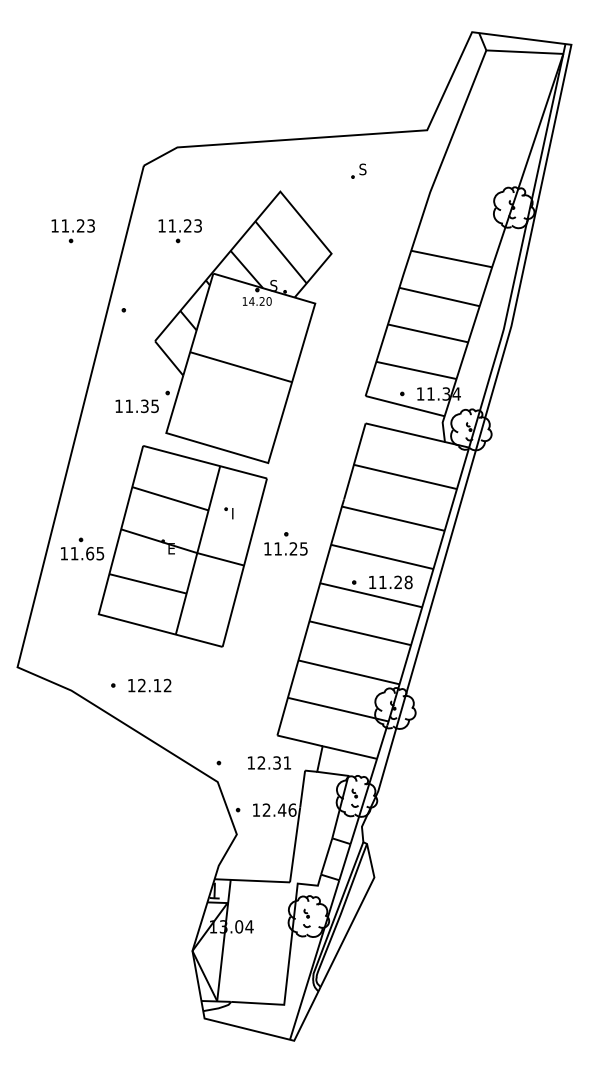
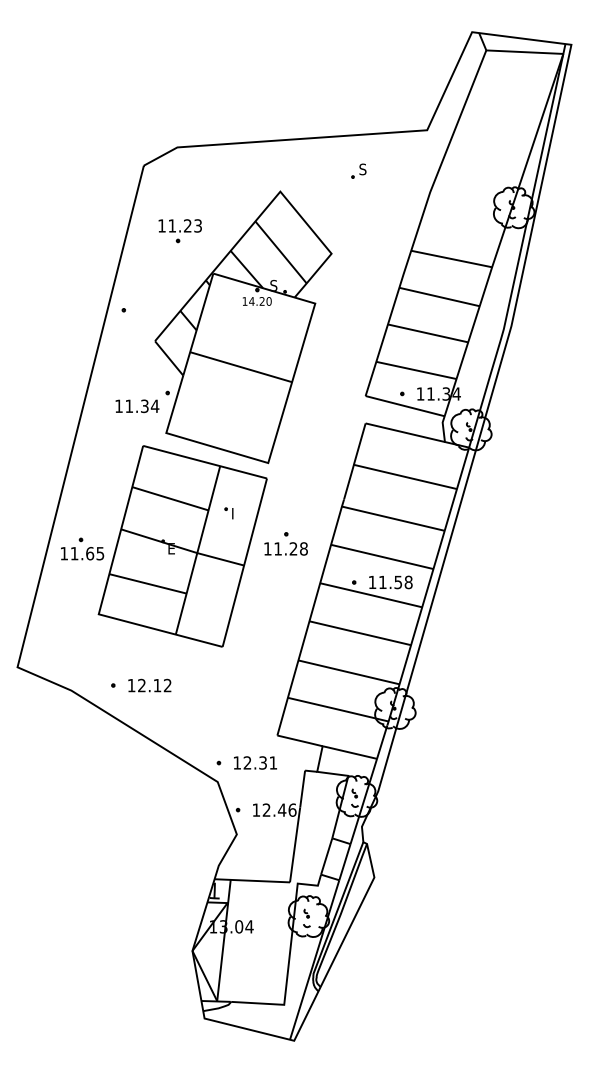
part at (72, 231): present -> none
text at (154, 406): 11.35 -> 11.34
text at (303, 548): 11.25 -> 11.28
text at (398, 582): 11.28 -> 11.58
text at (269, 762) position: (269, 762) -> (255, 762)
